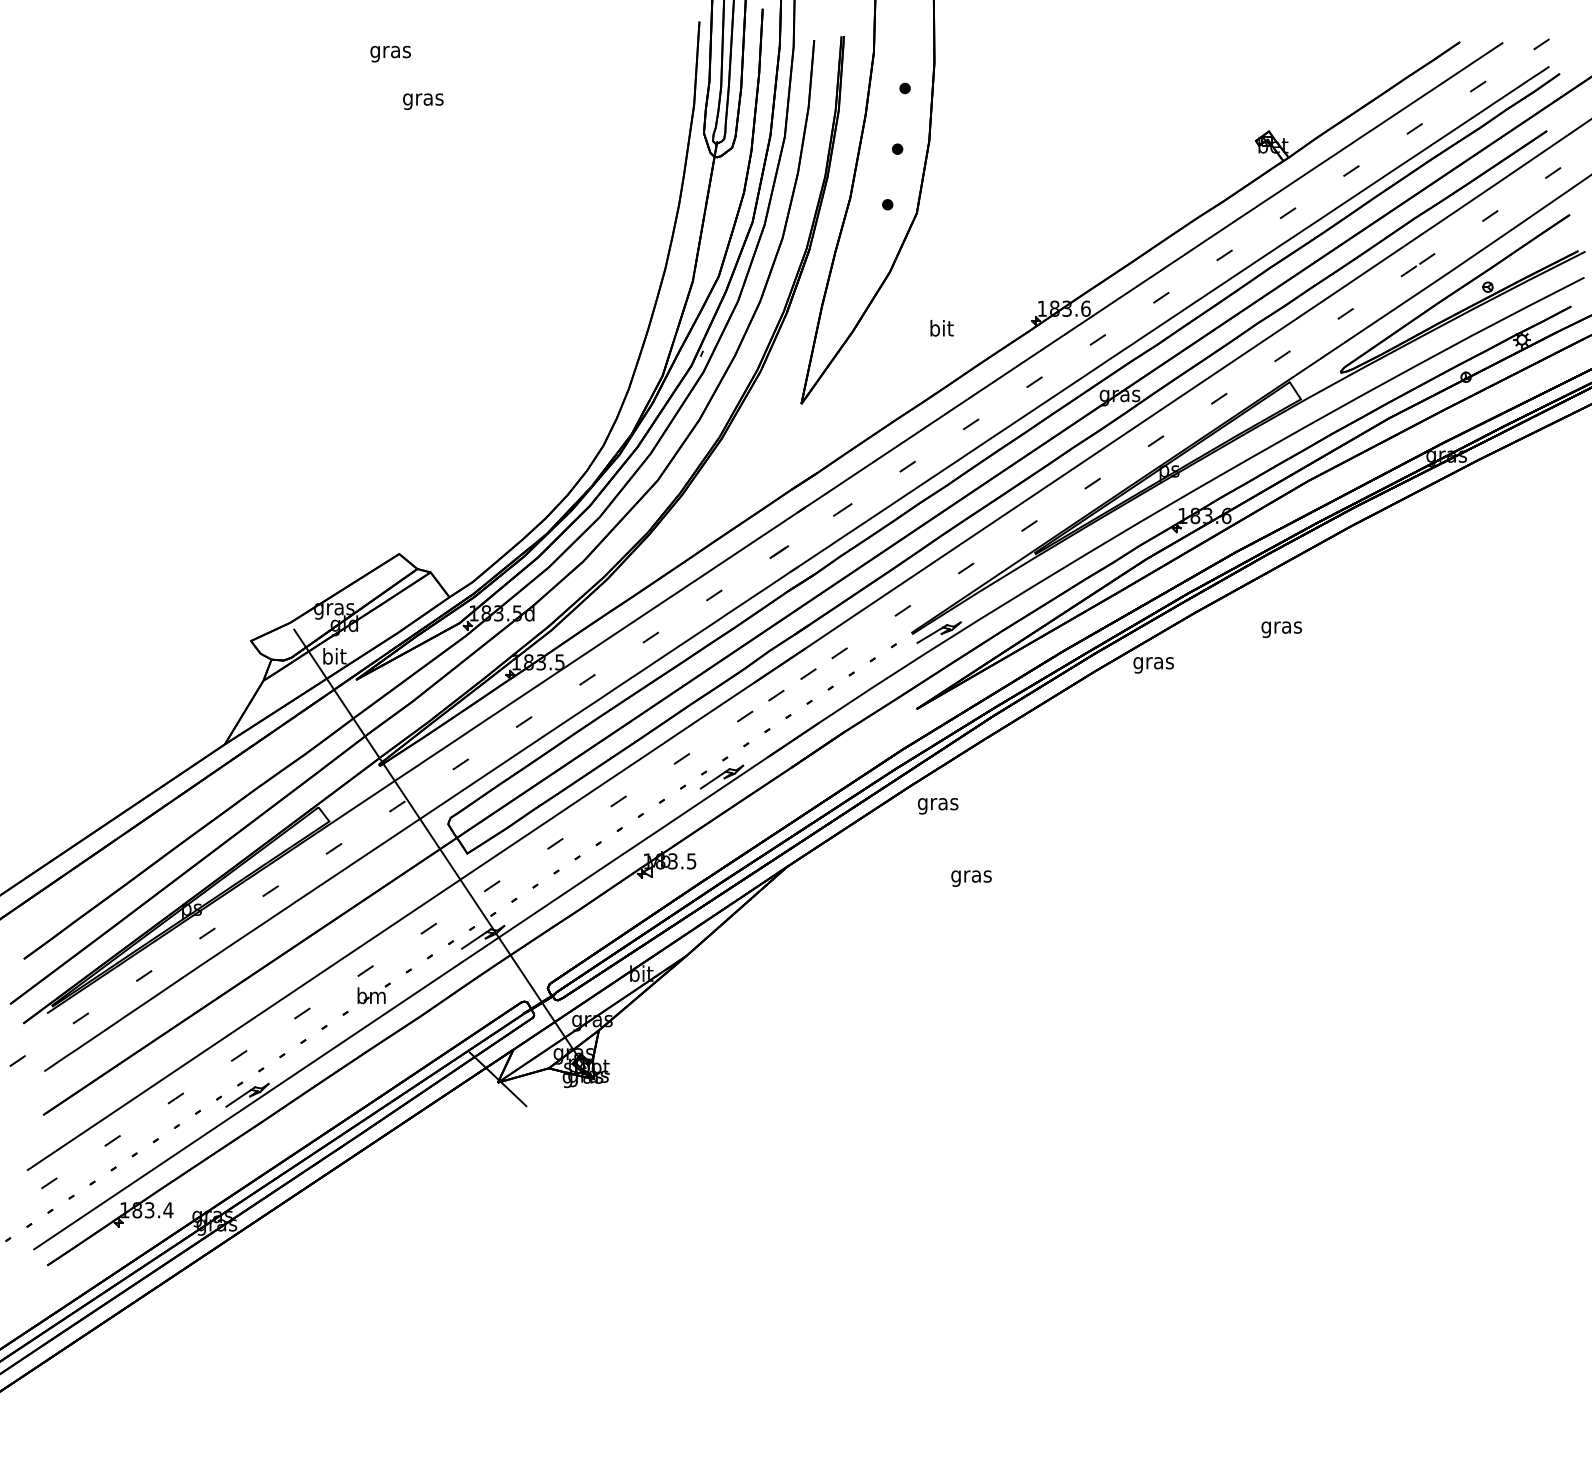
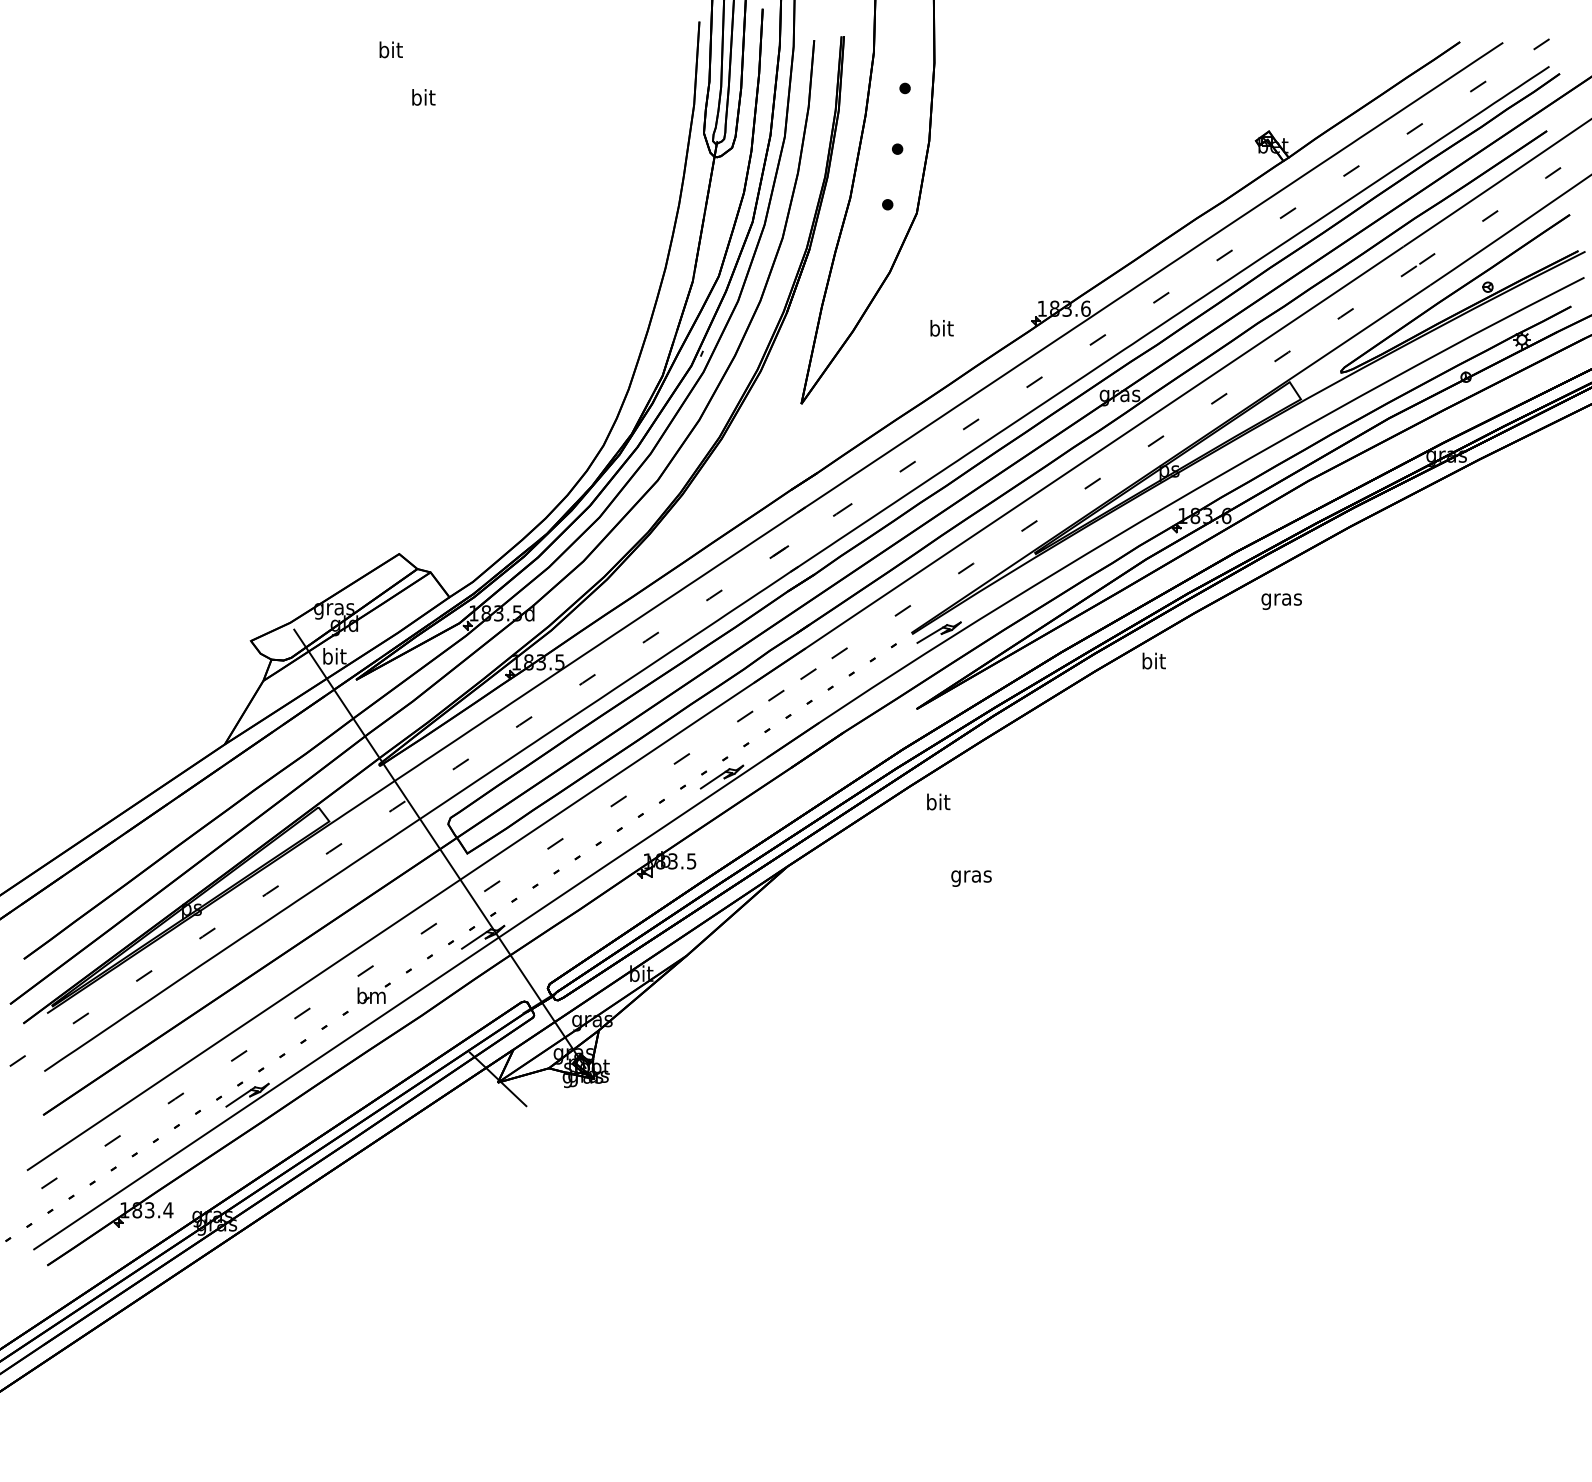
text at (390, 51): gras -> bit
text at (423, 99): gras -> bit
text at (1281, 629) position: (1281, 629) -> (1281, 601)
text at (1153, 662): gras -> bit
text at (937, 803): gras -> bit
